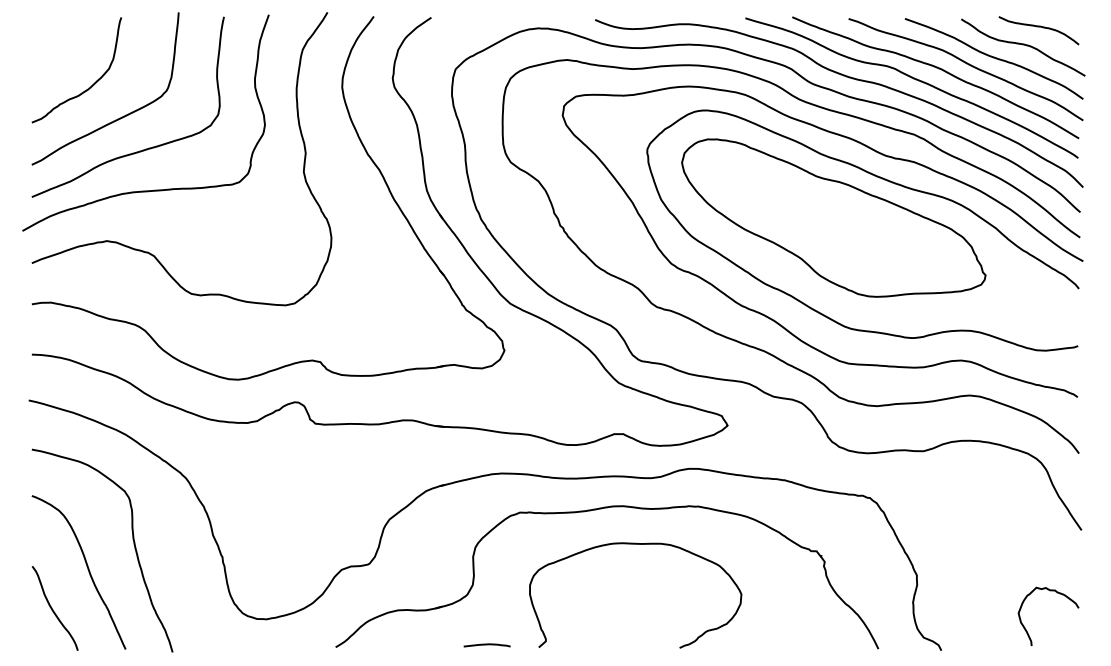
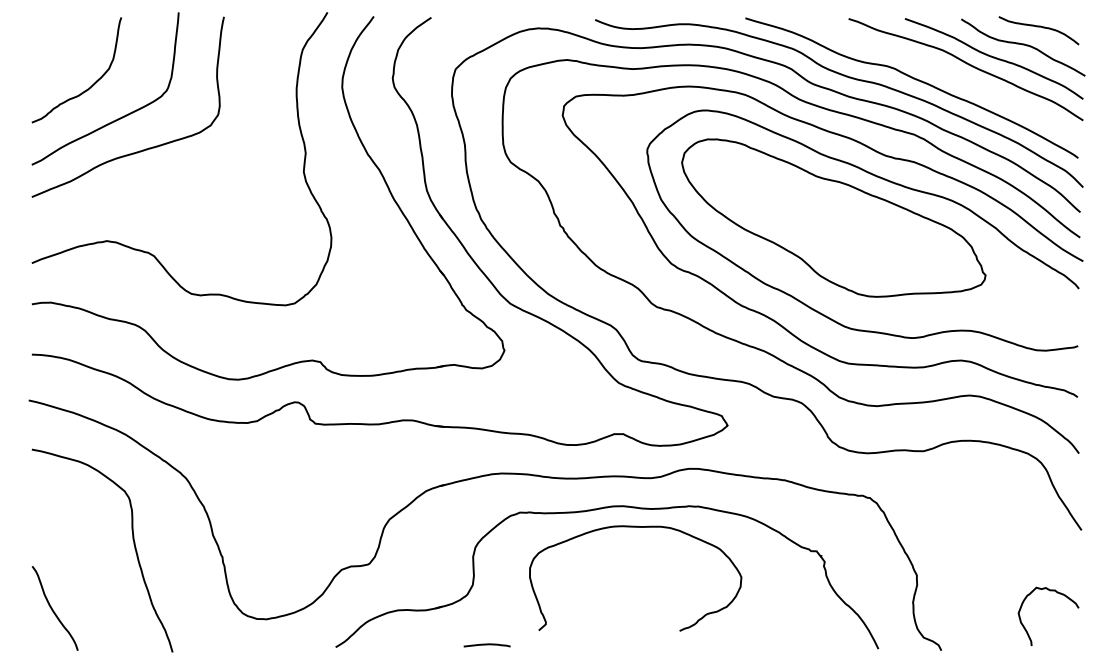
curve at (938, 69): present -> none
curve at (154, 189): present -> none
curve at (635, 544) position: (635, 544) -> (635, 527)
curve at (87, 569): present -> none
